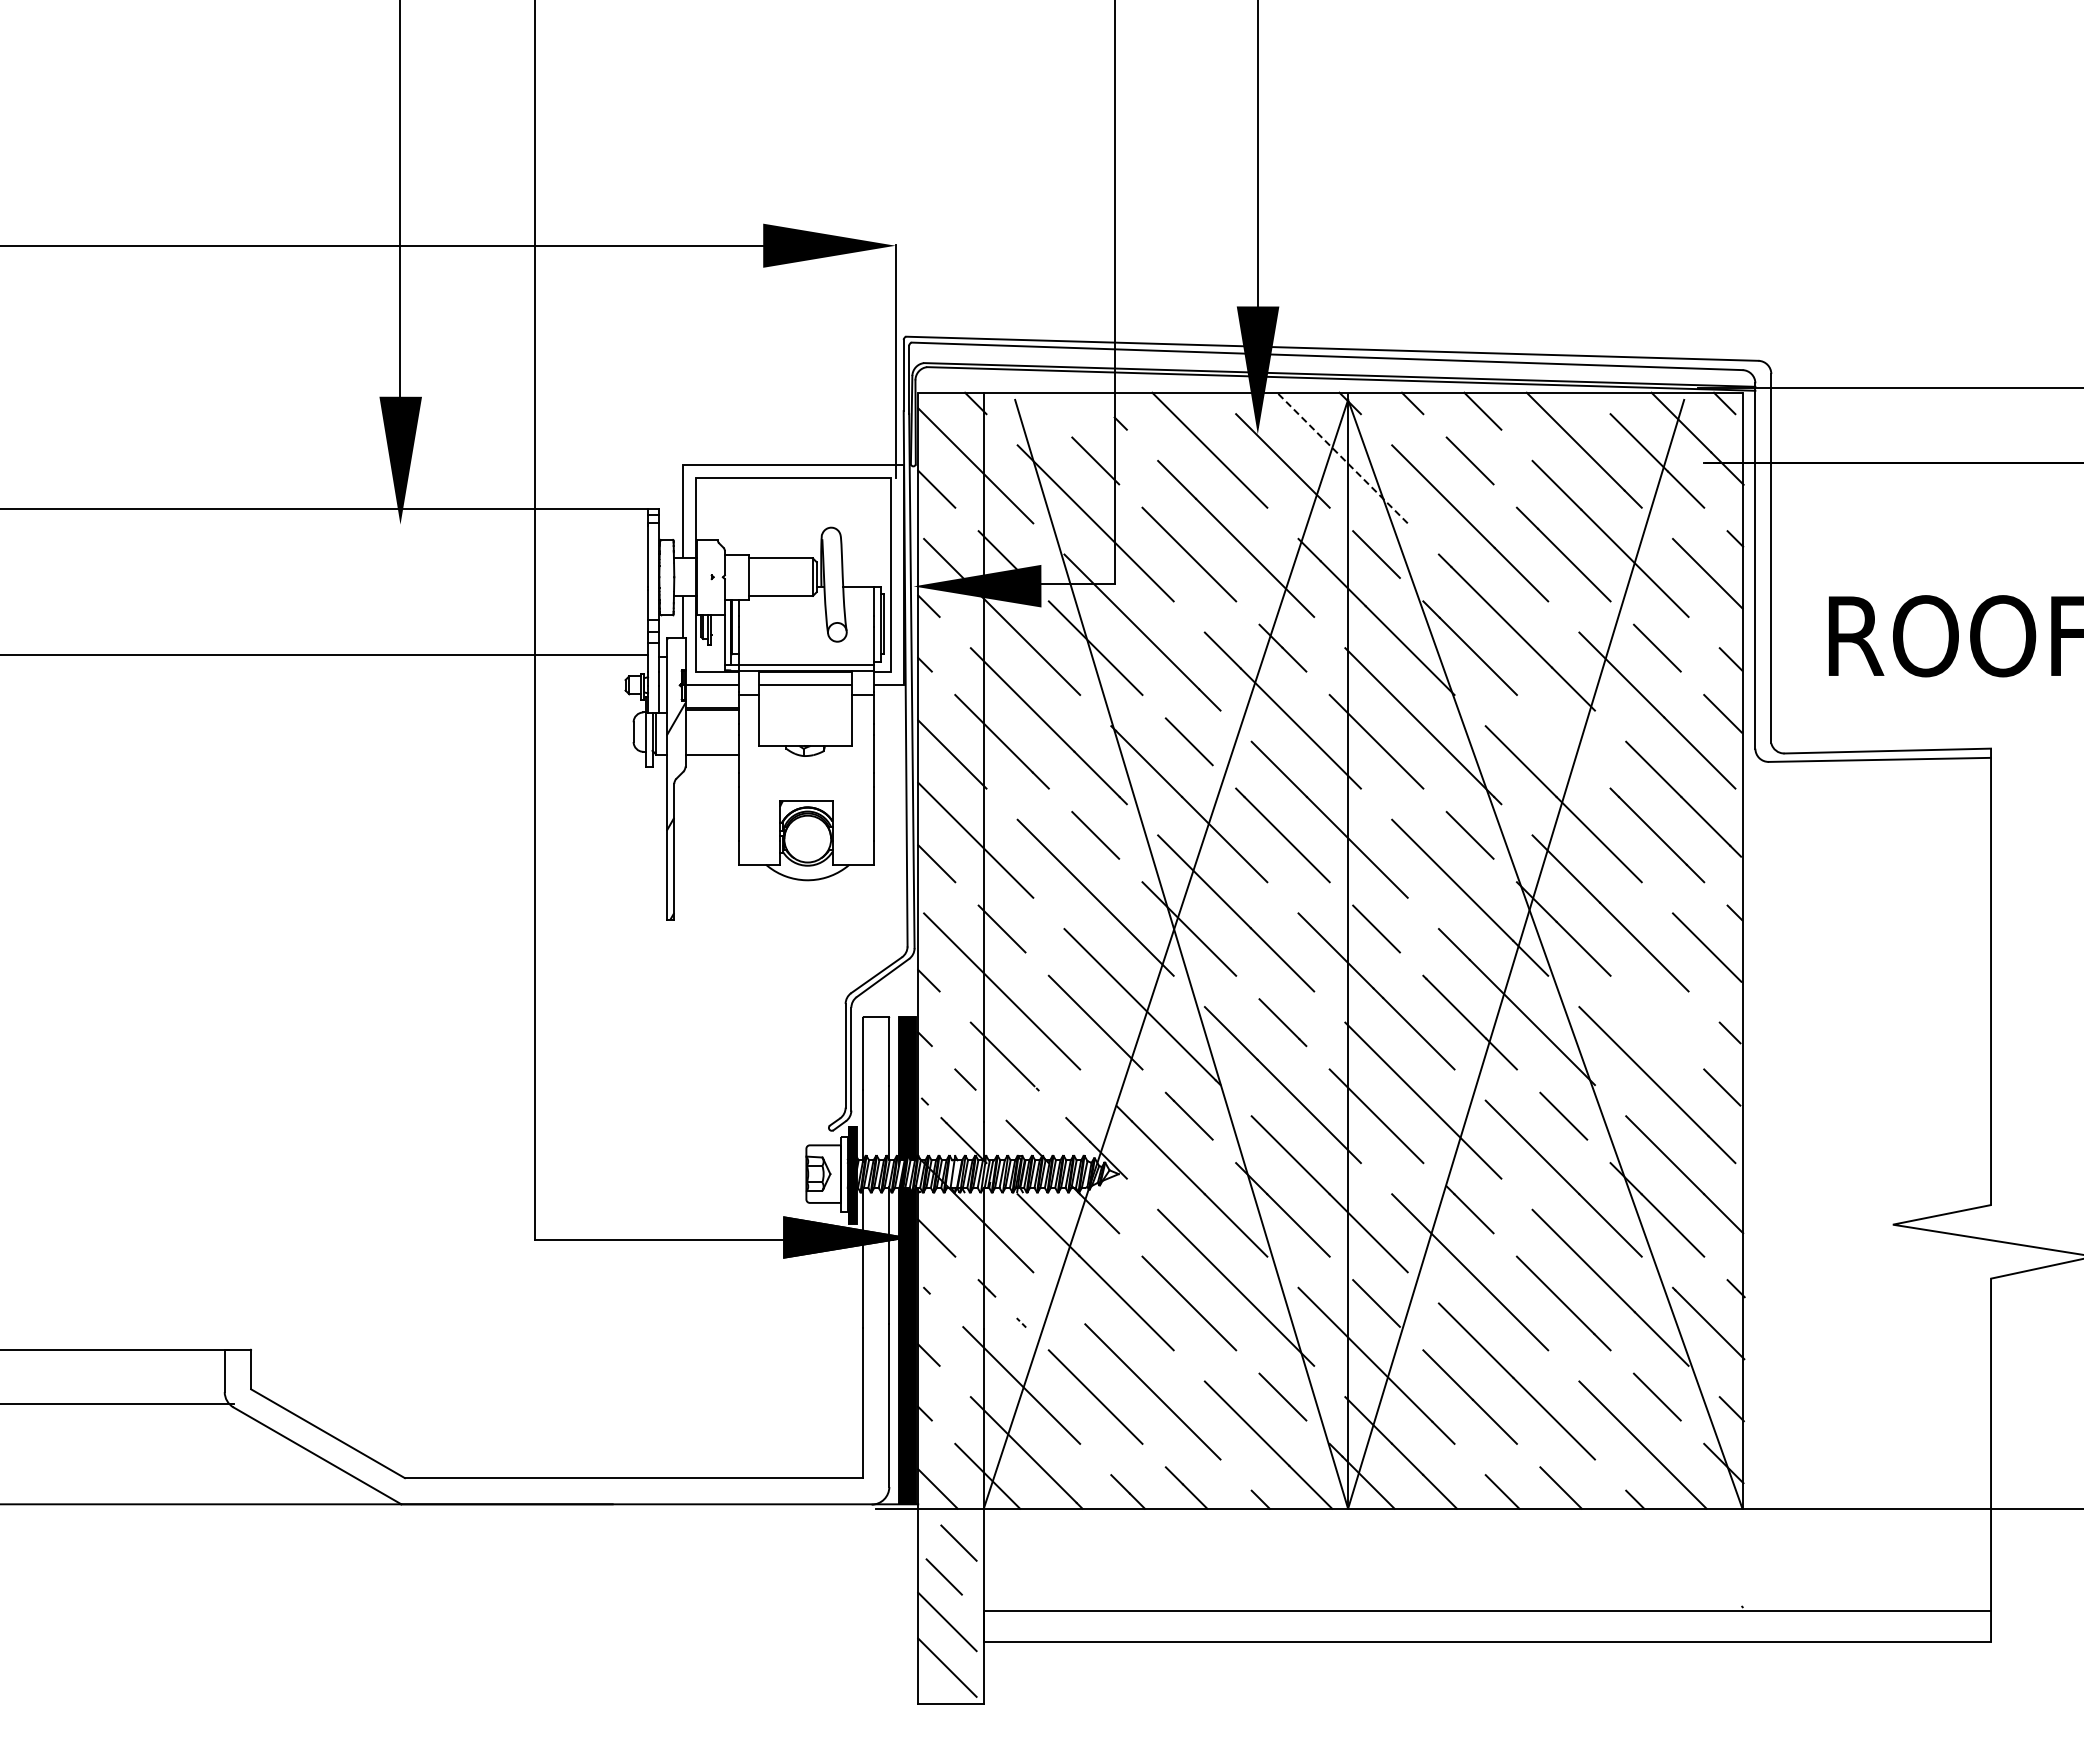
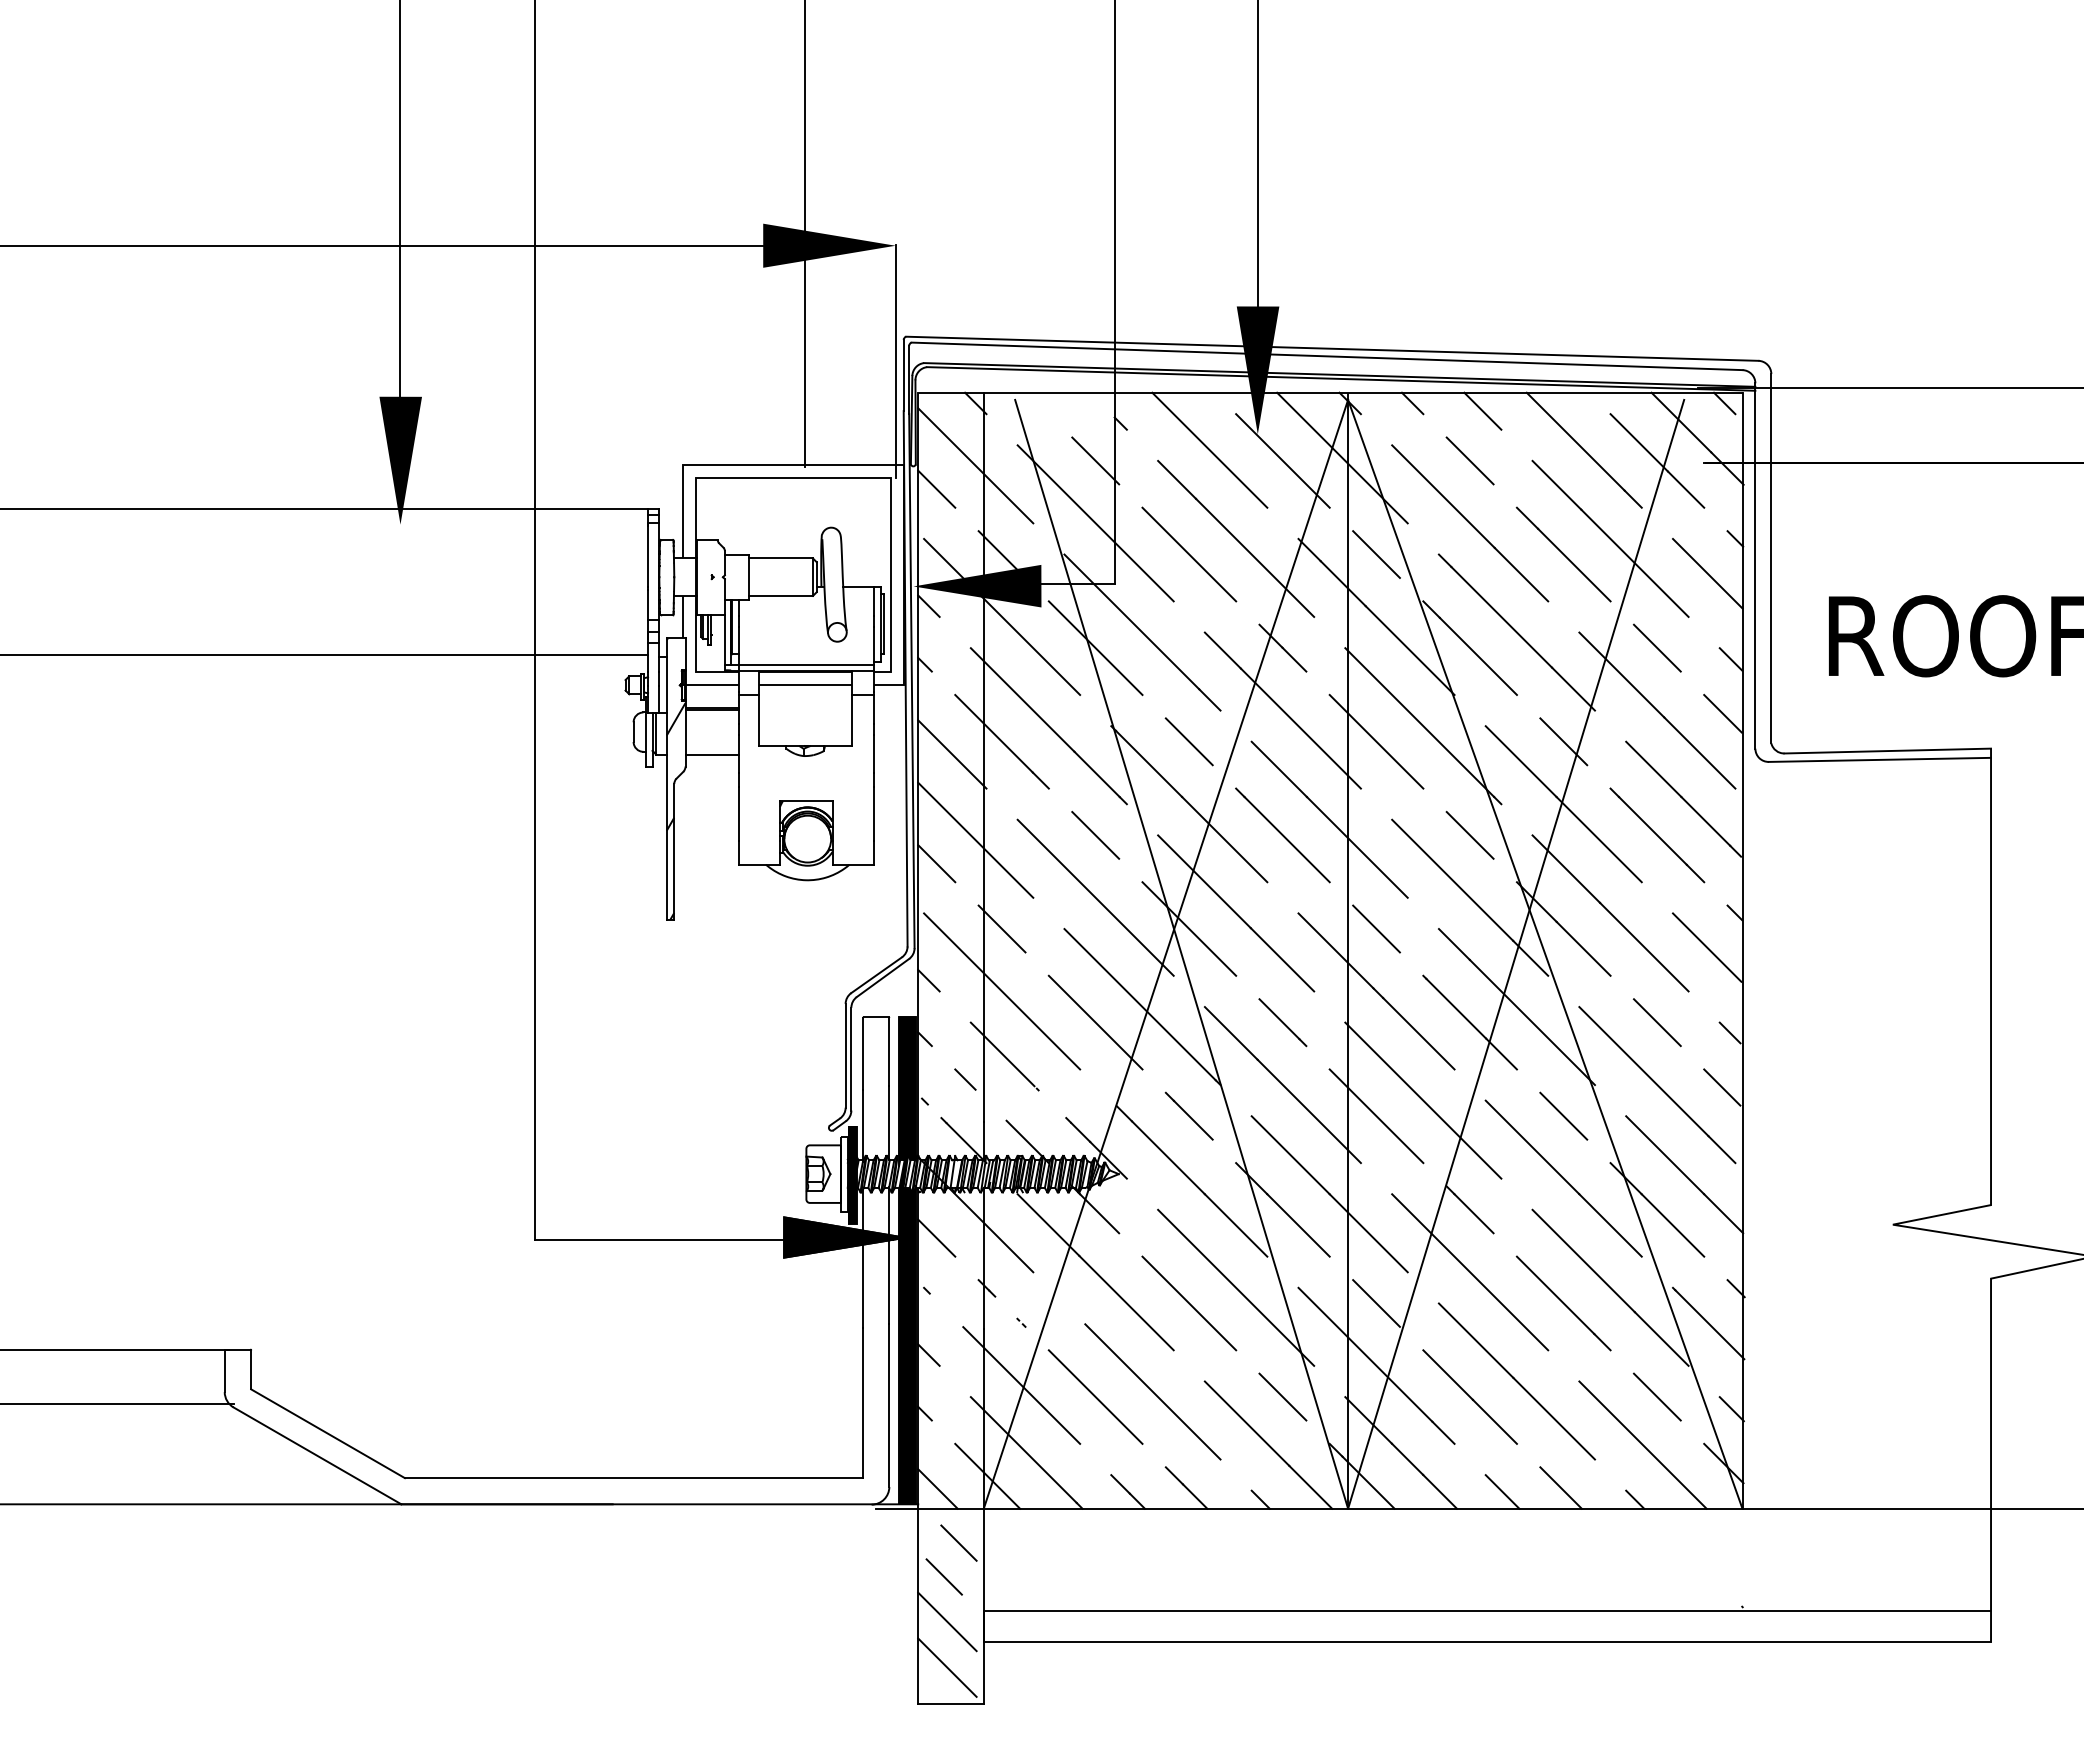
line at (805, 234): none -> present
line at (1342, 457): dashed -> solid
line at (1563, 741): none -> present
line at (1656, 1022): none -> present
